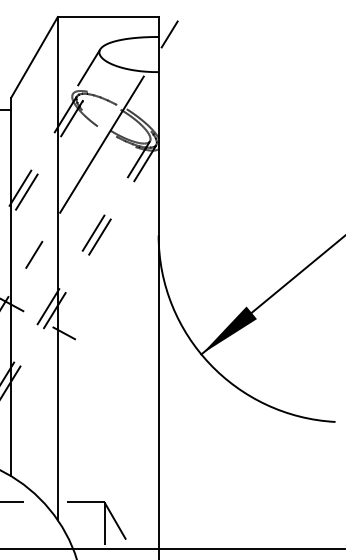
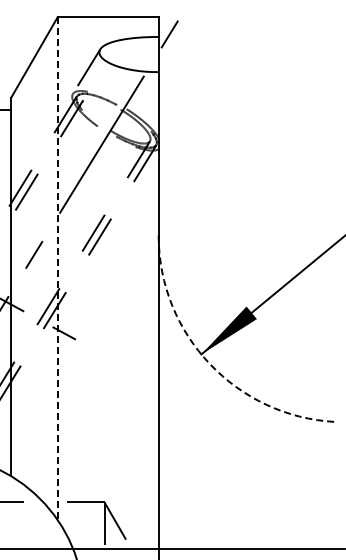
line at (57, 268): solid -> dashed
arc at (209, 364): solid -> dashed
